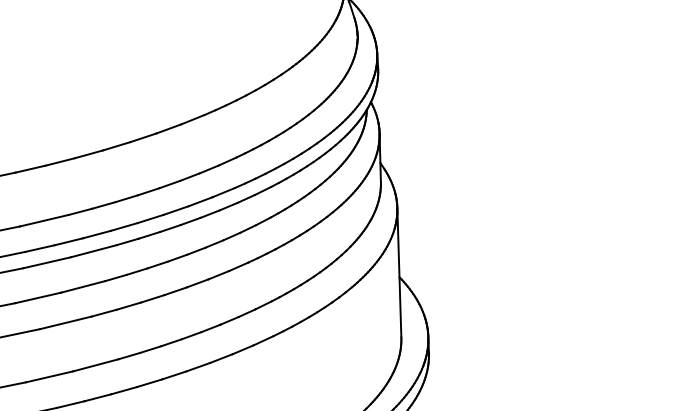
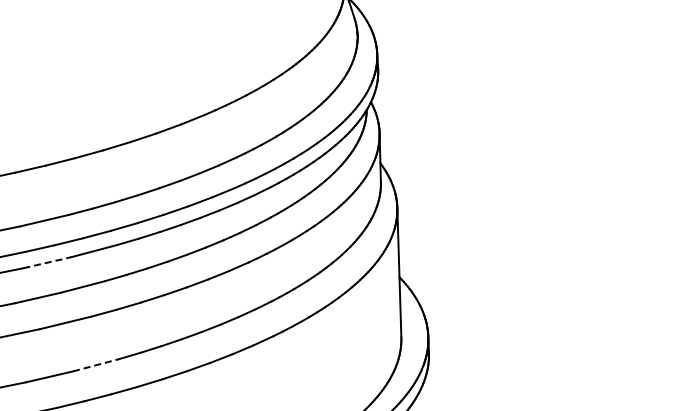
line at (47, 262): solid -> dashed
line at (96, 365): solid -> dashed
